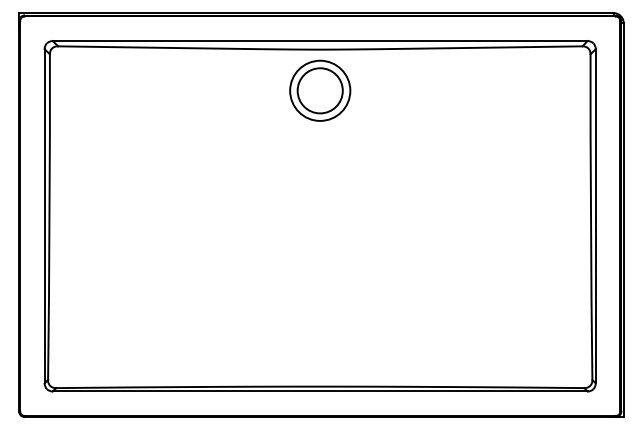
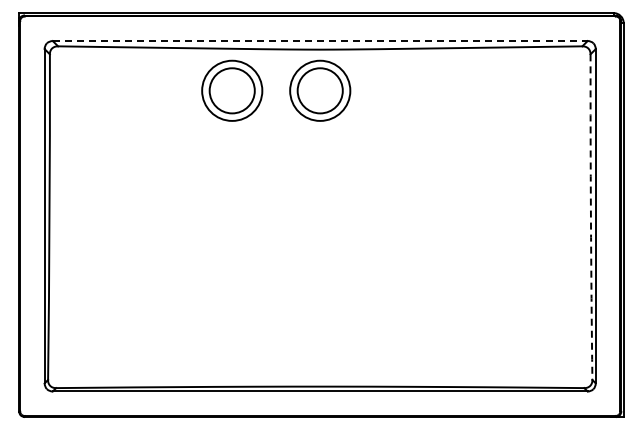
line at (320, 41): solid -> dashed
part at (232, 90): none -> present
arc at (590, 217): solid -> dashed
